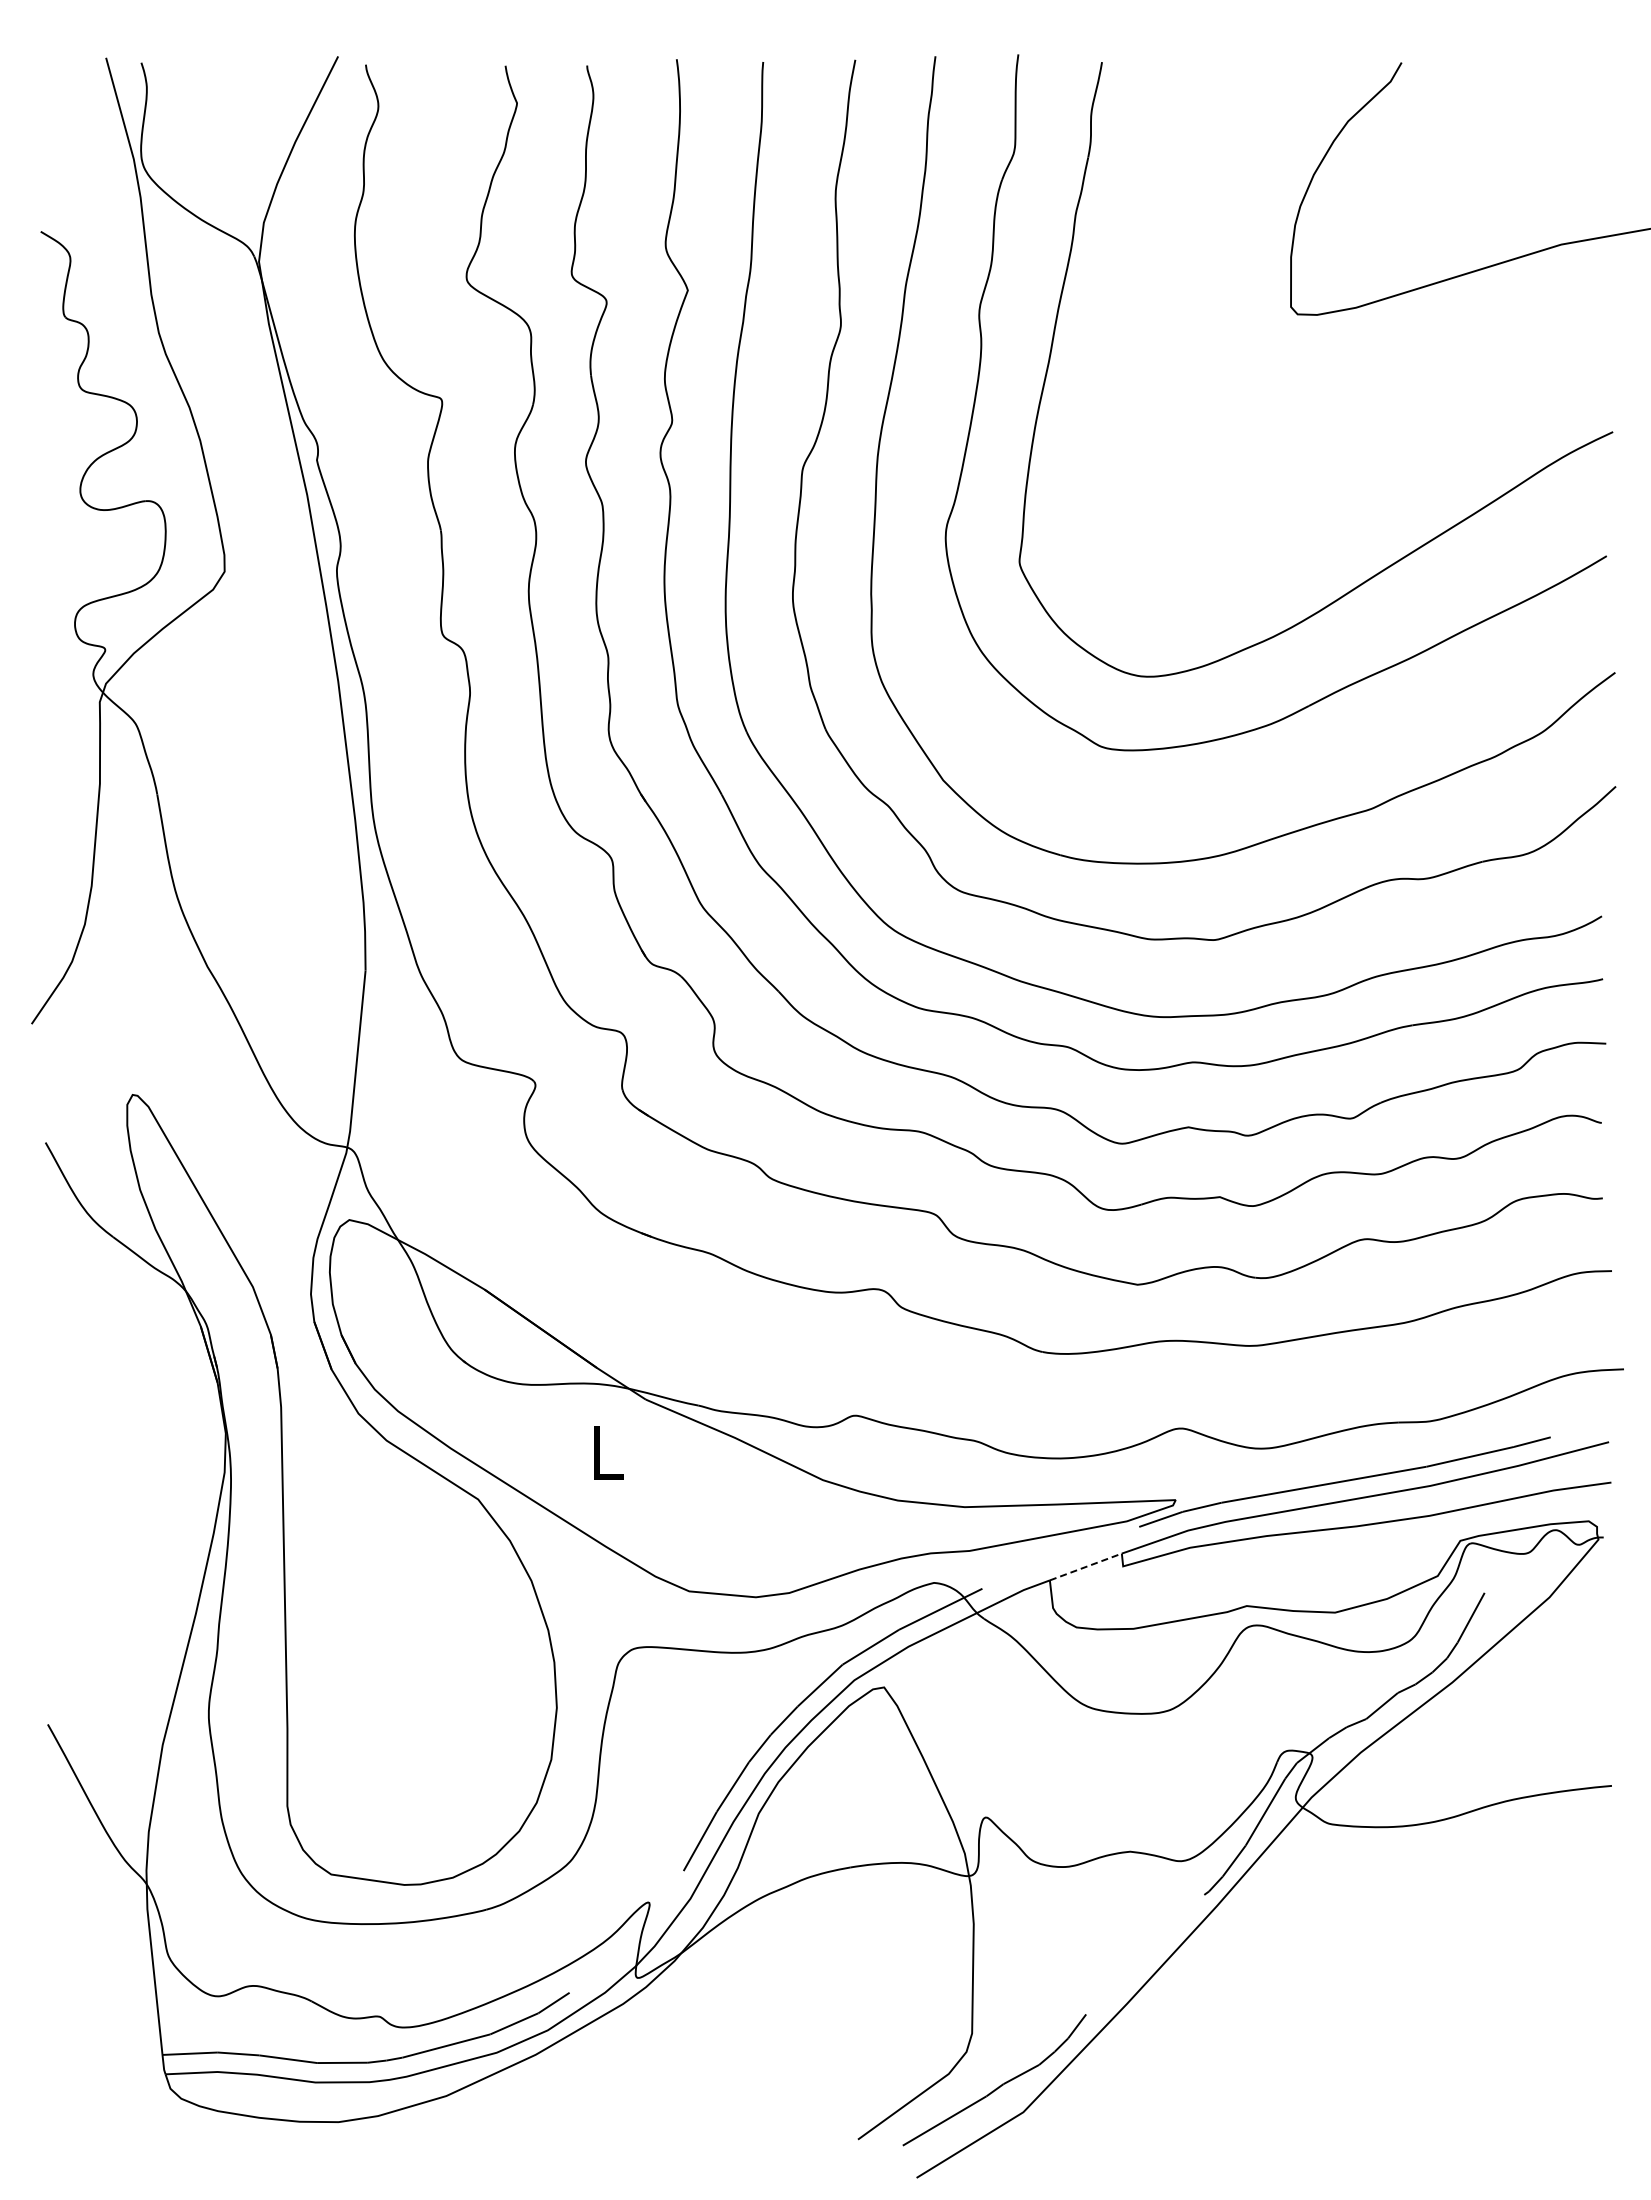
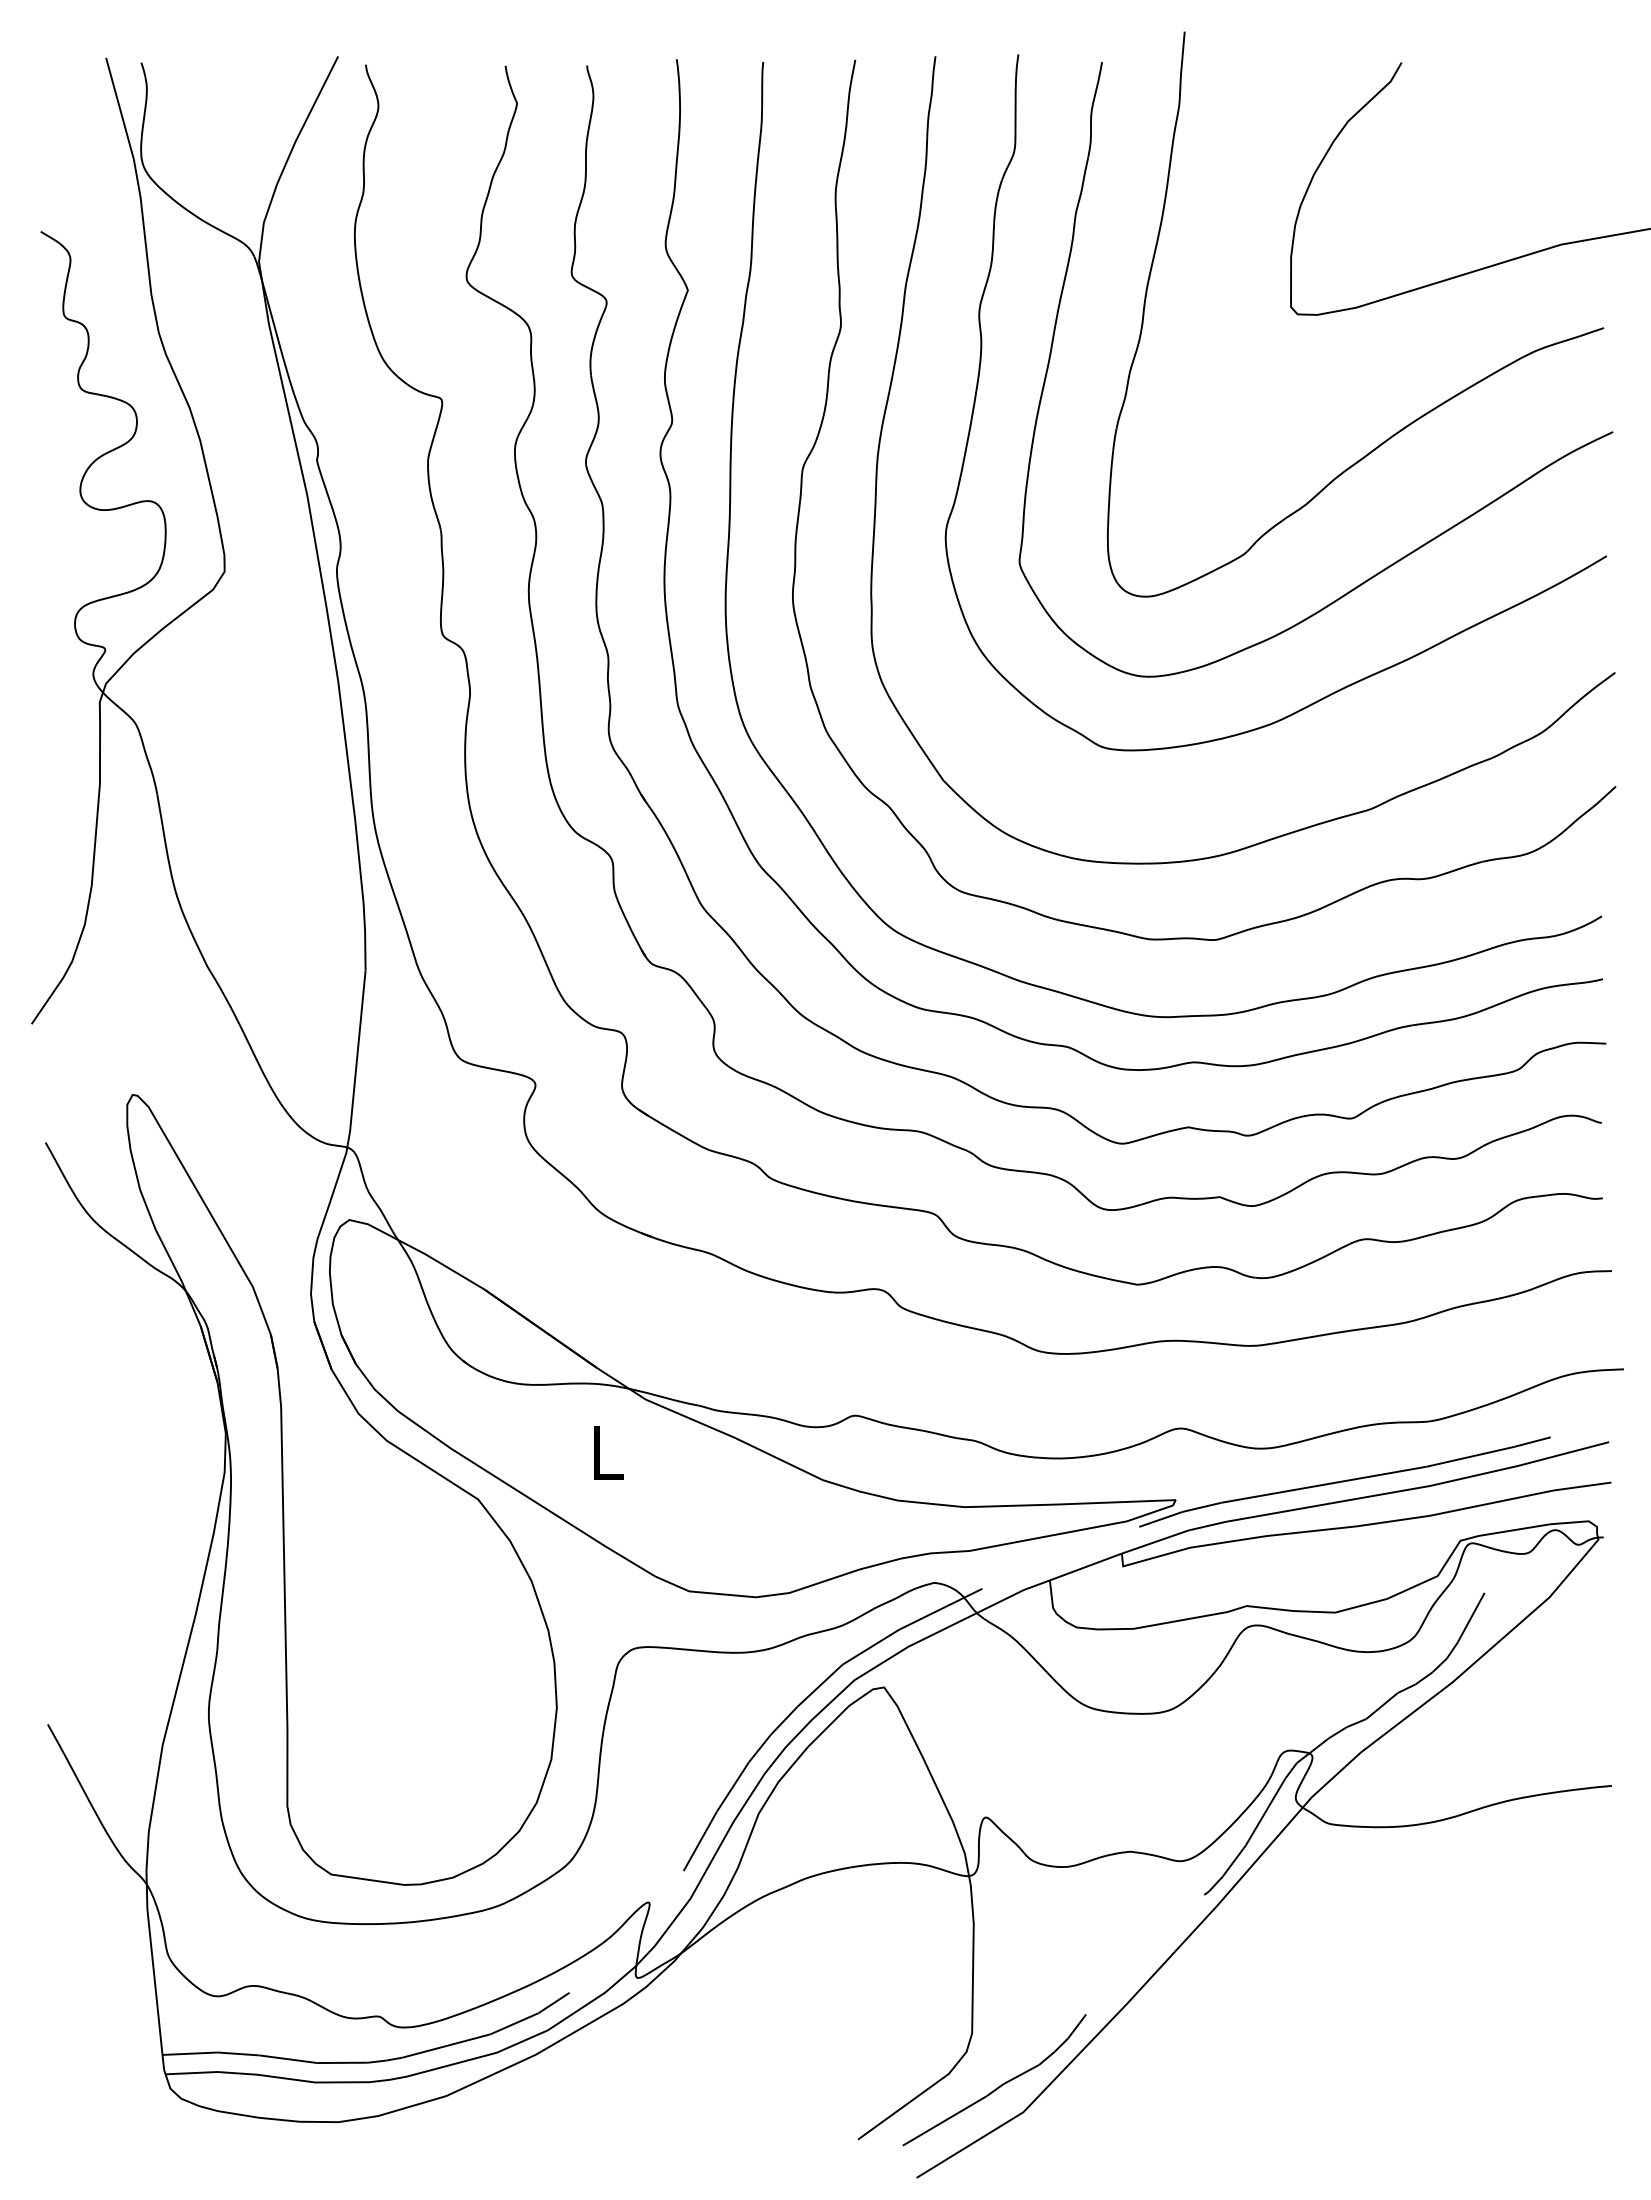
part at (1421, 415): none -> present
line at (1086, 1566): dashed -> solid
